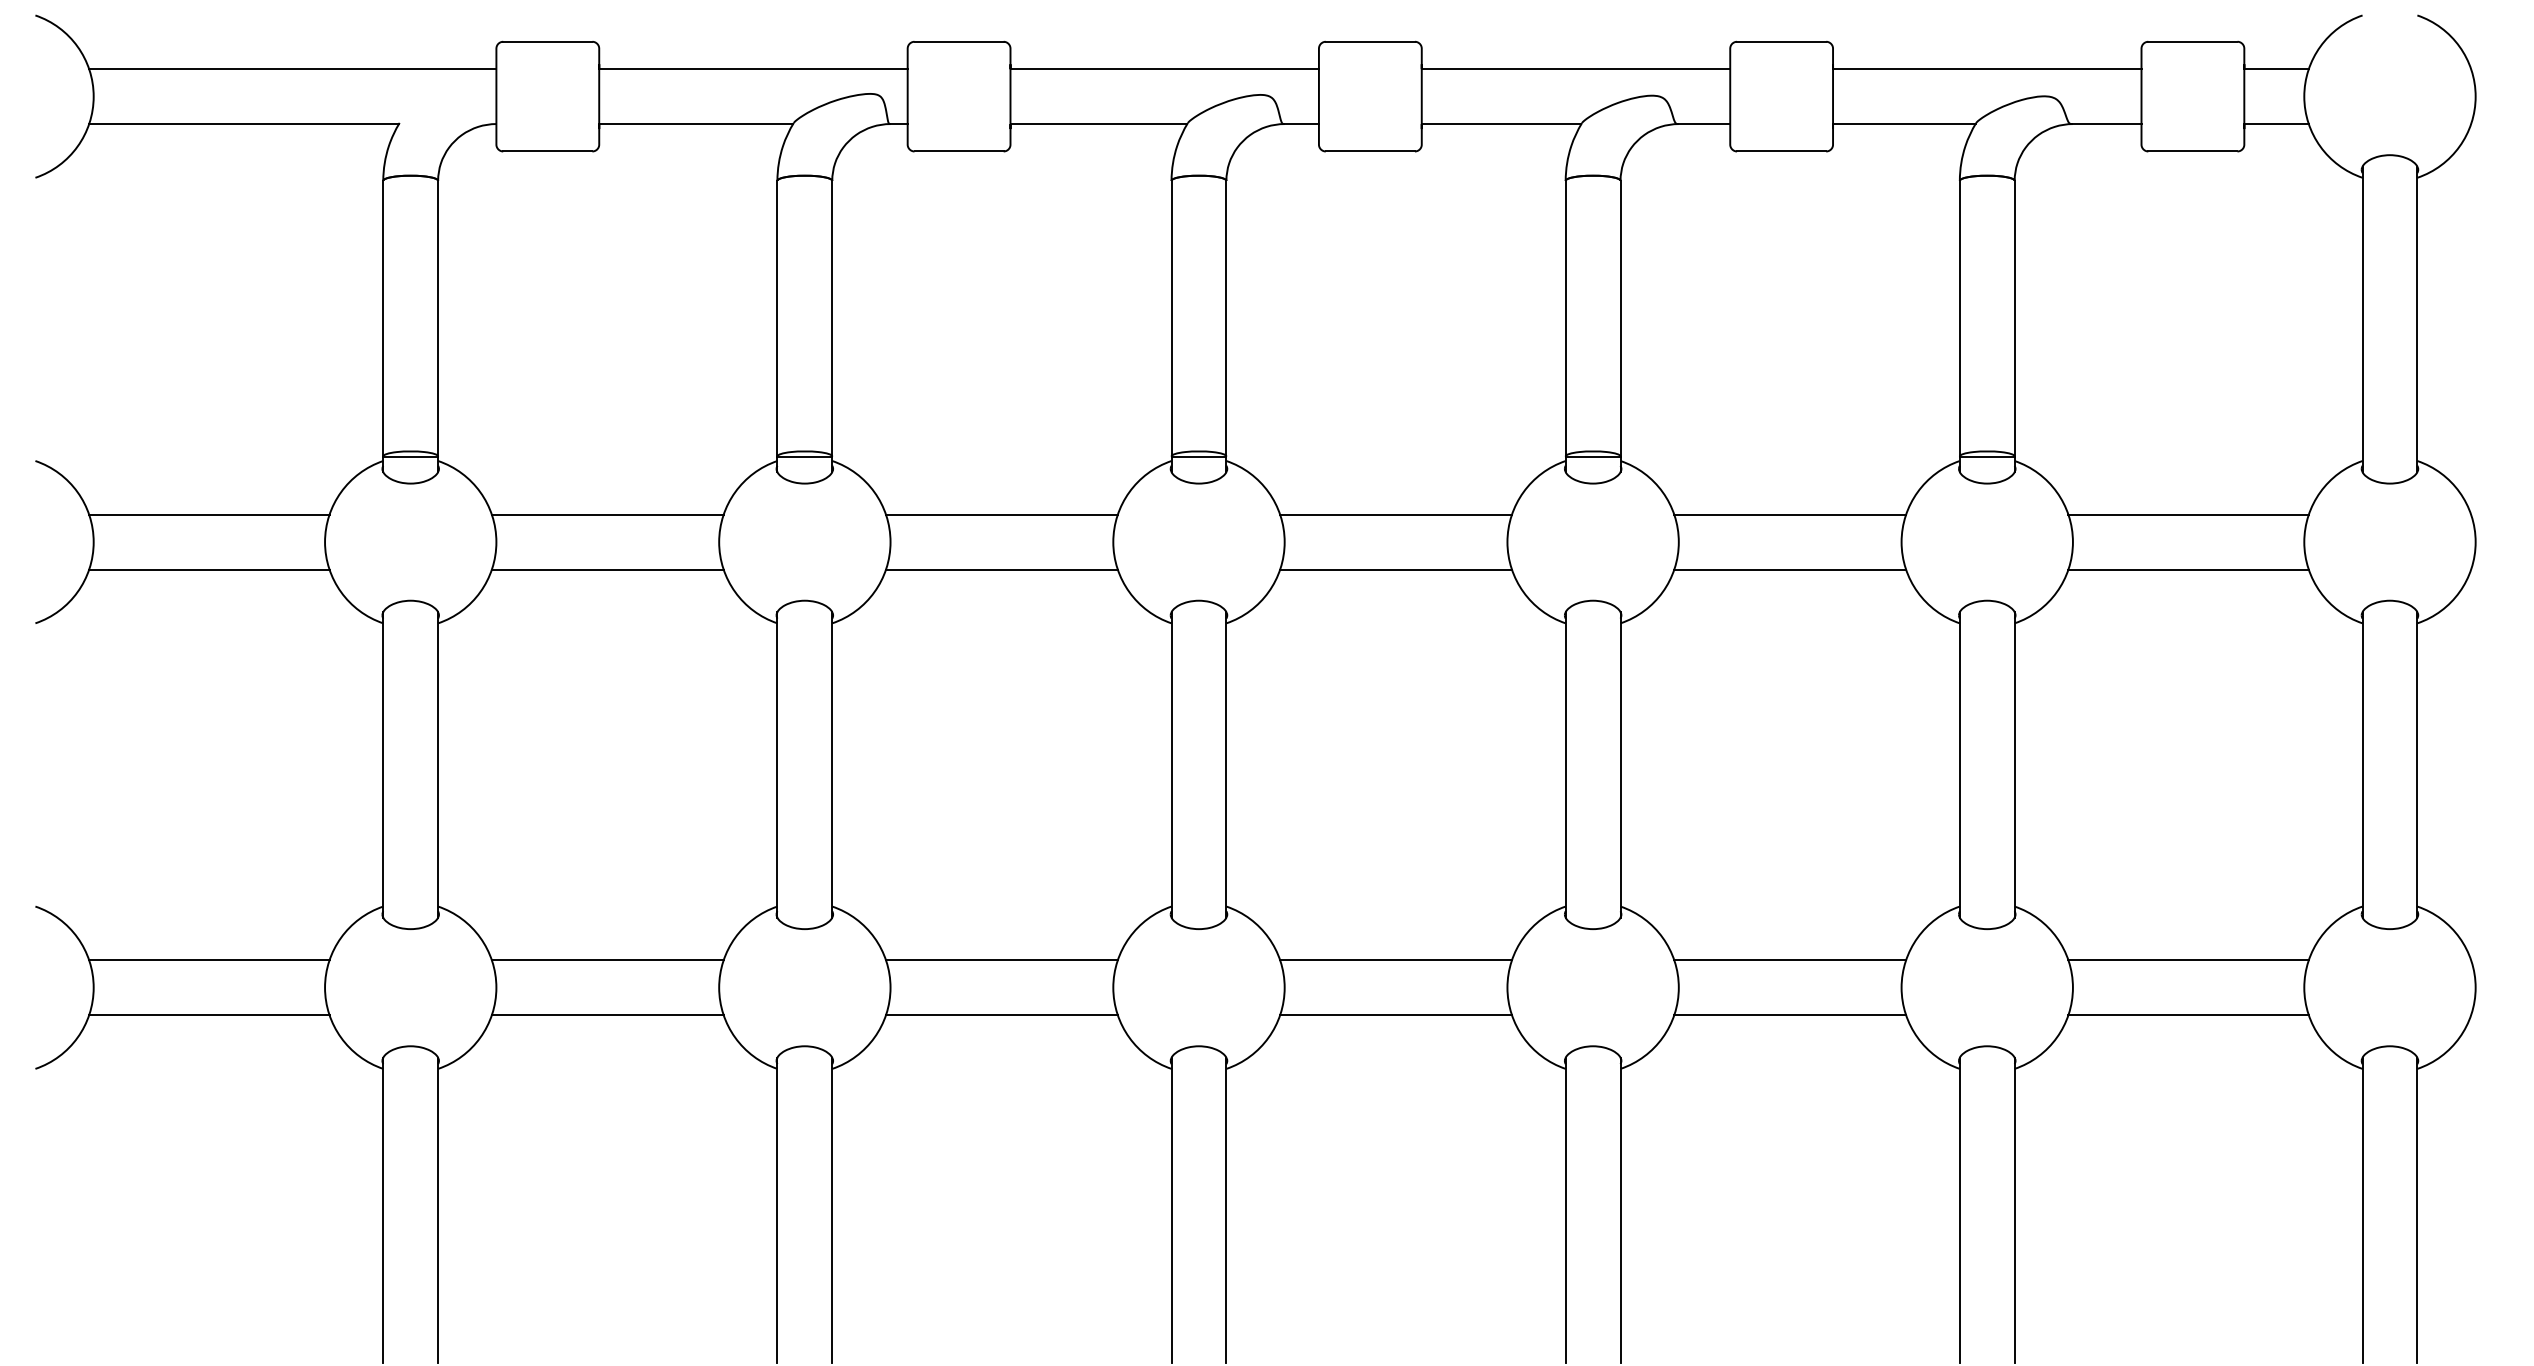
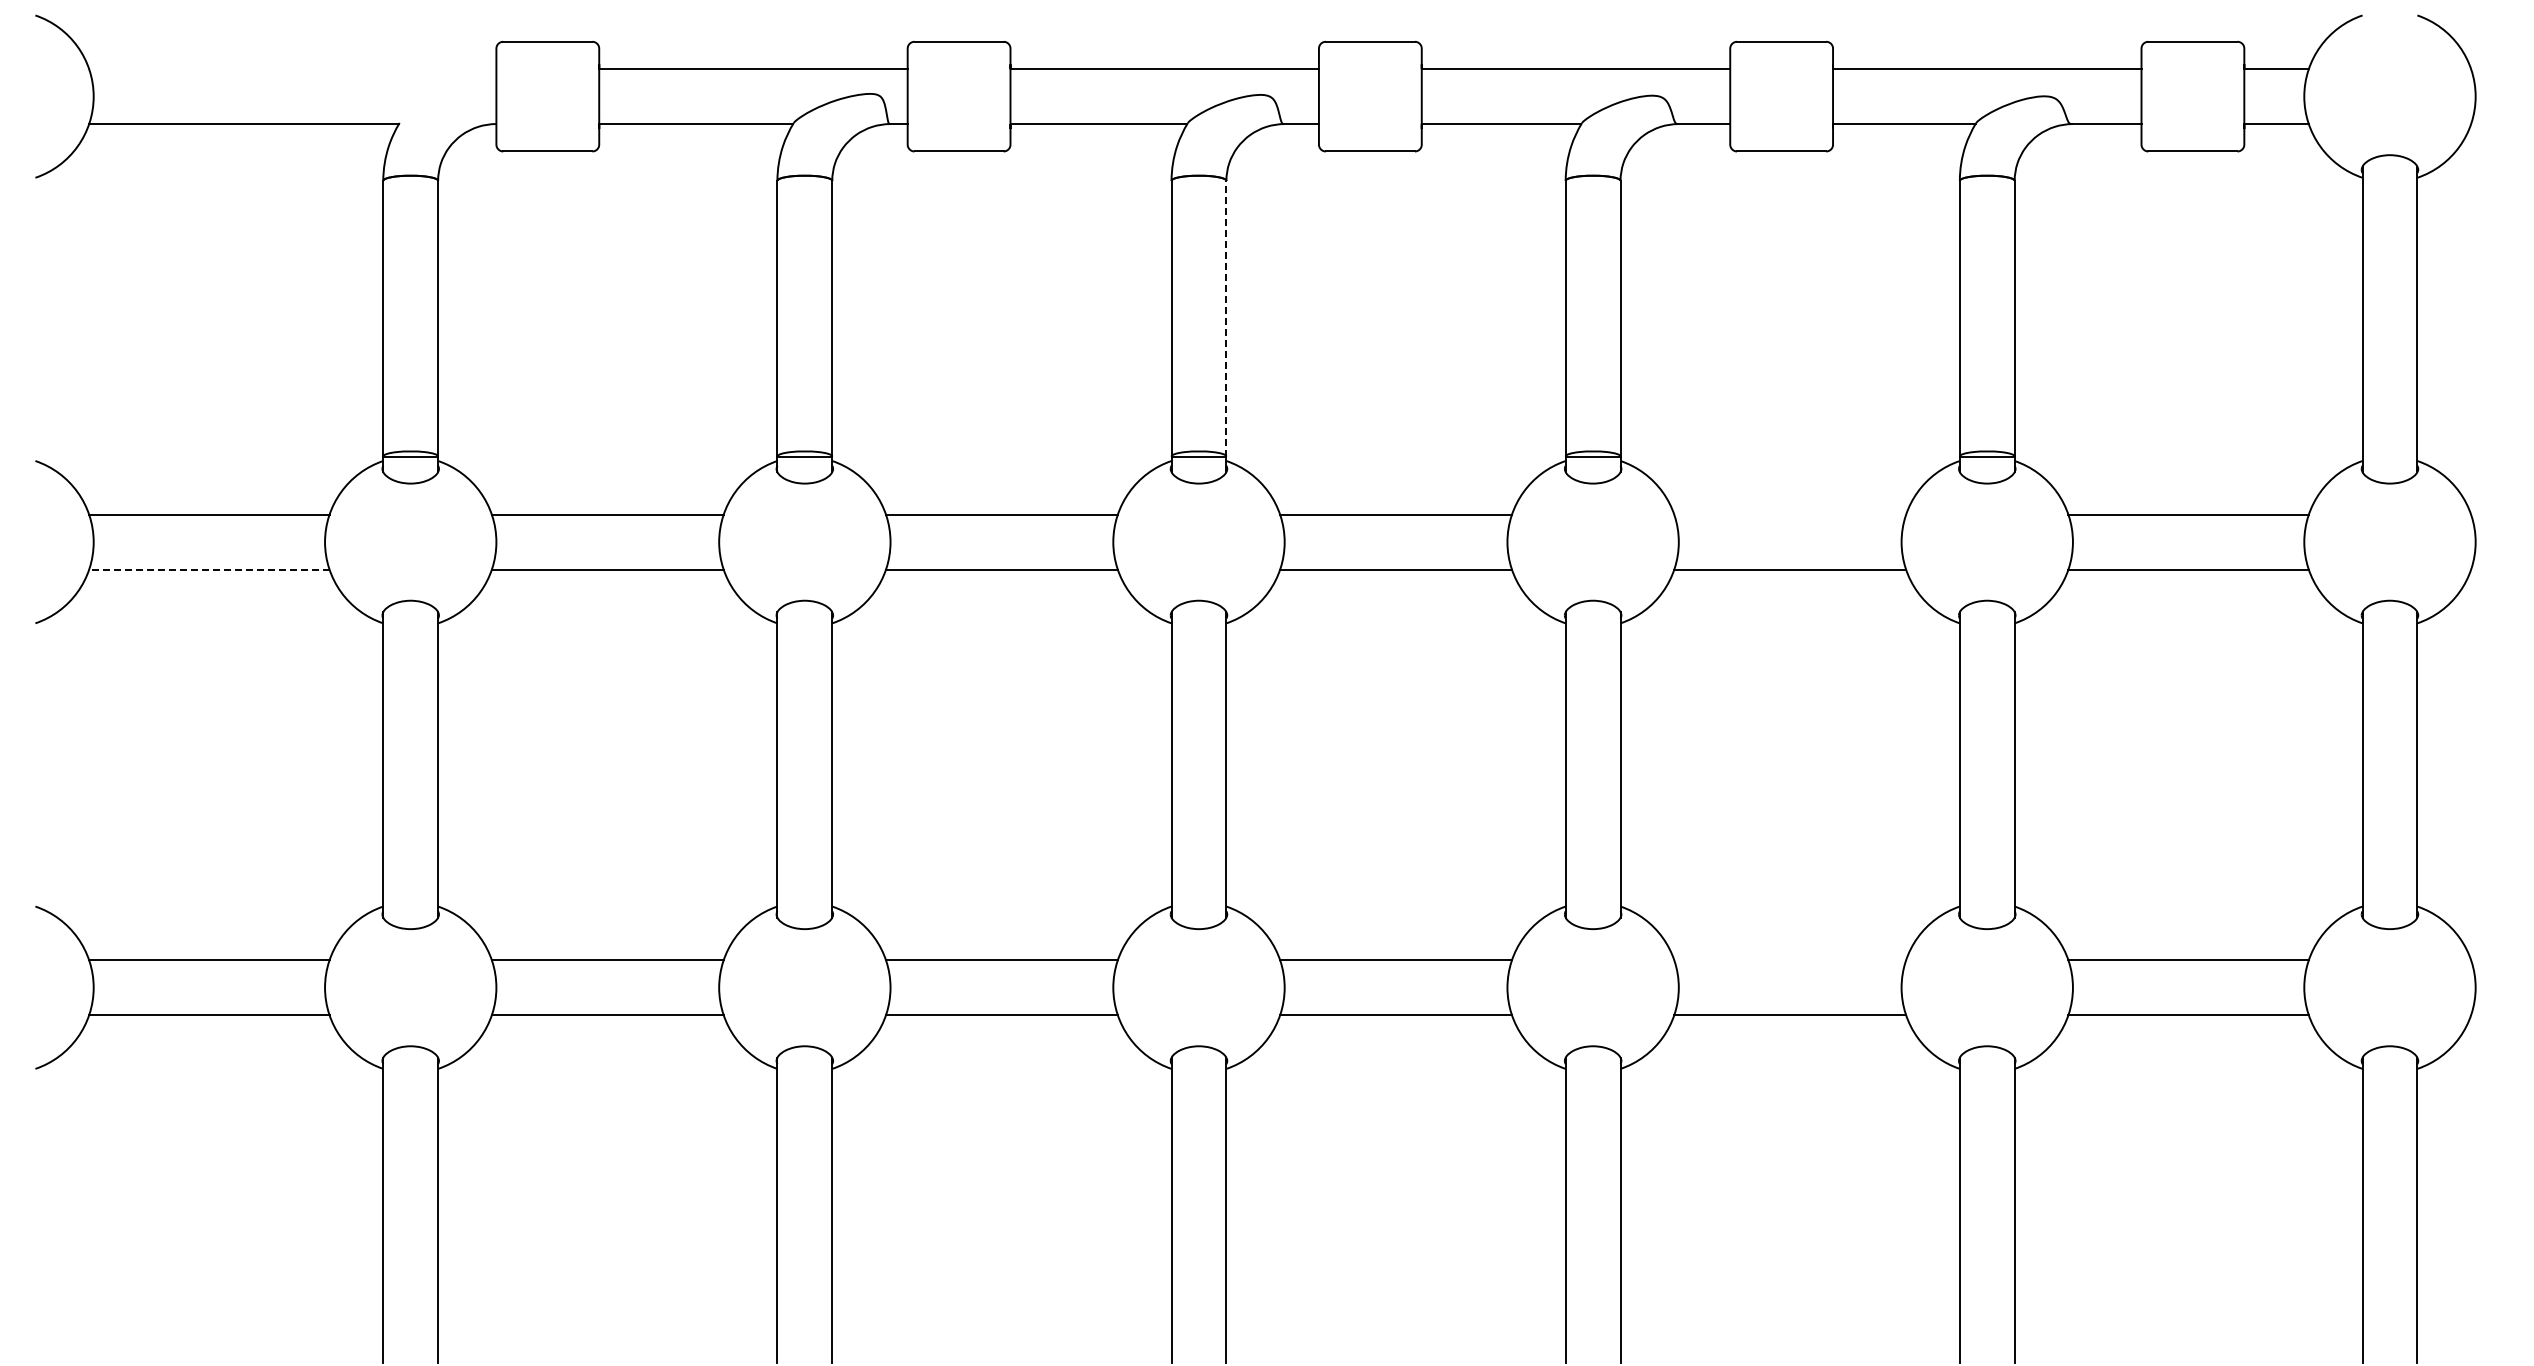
line at (292, 69): present -> none
line at (1226, 318): solid -> dashed
line at (1790, 514): present -> none
line at (208, 569): solid -> dashed
line at (1790, 960): present -> none
